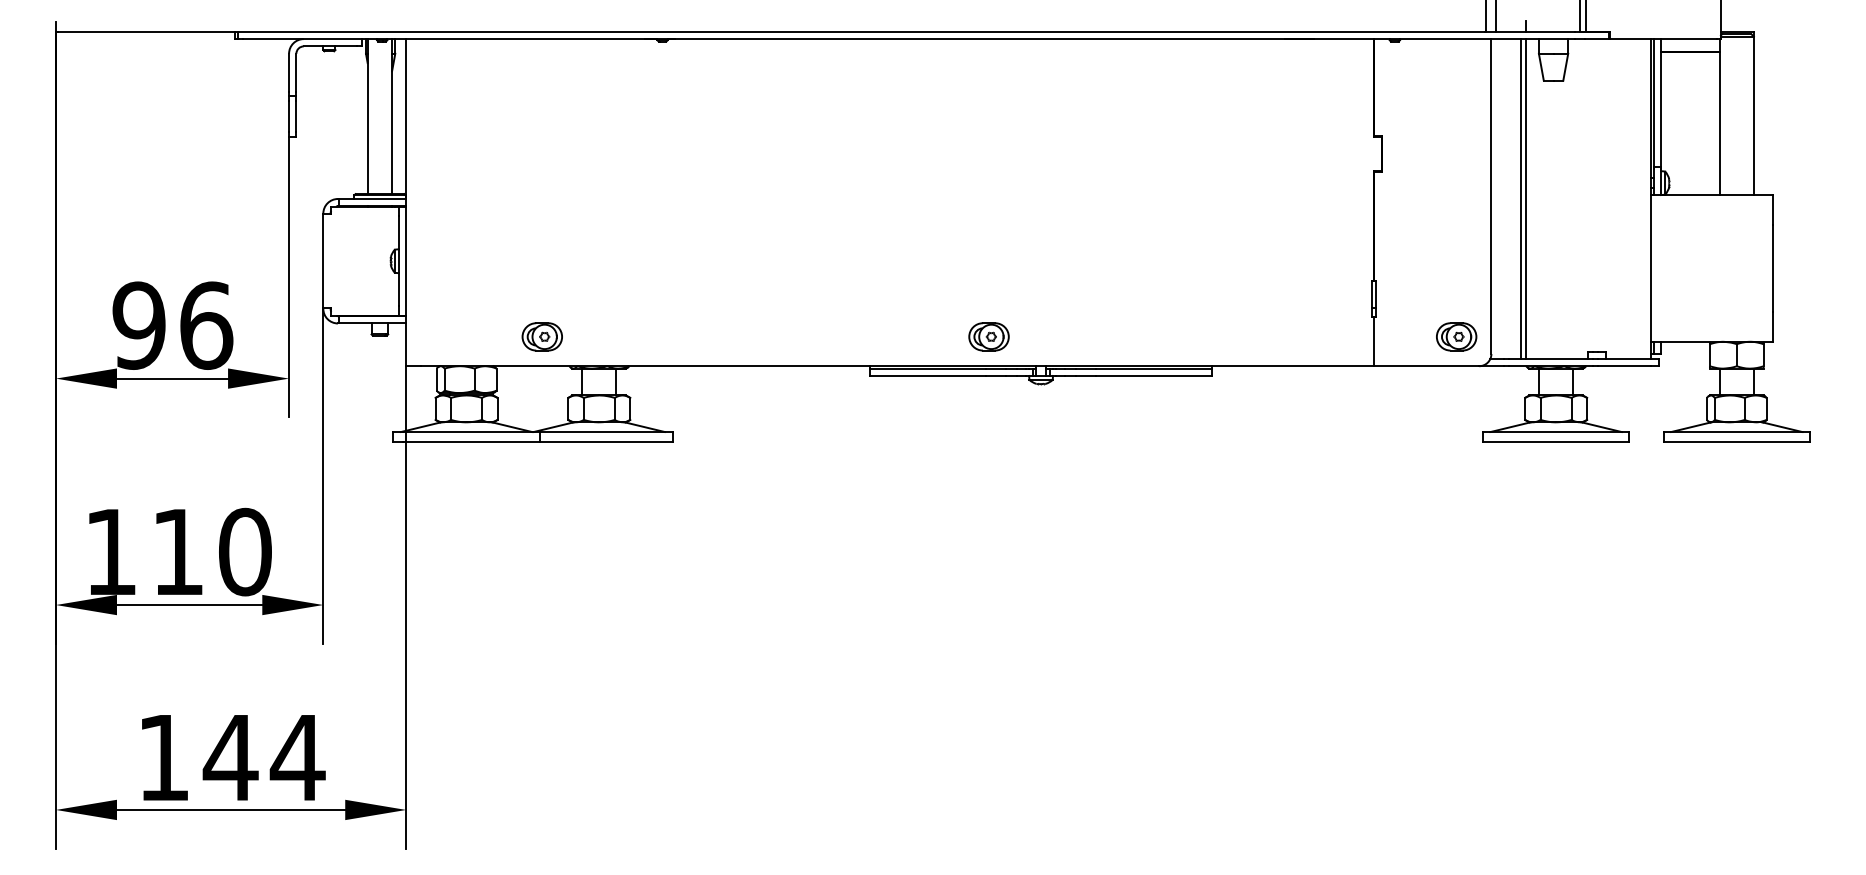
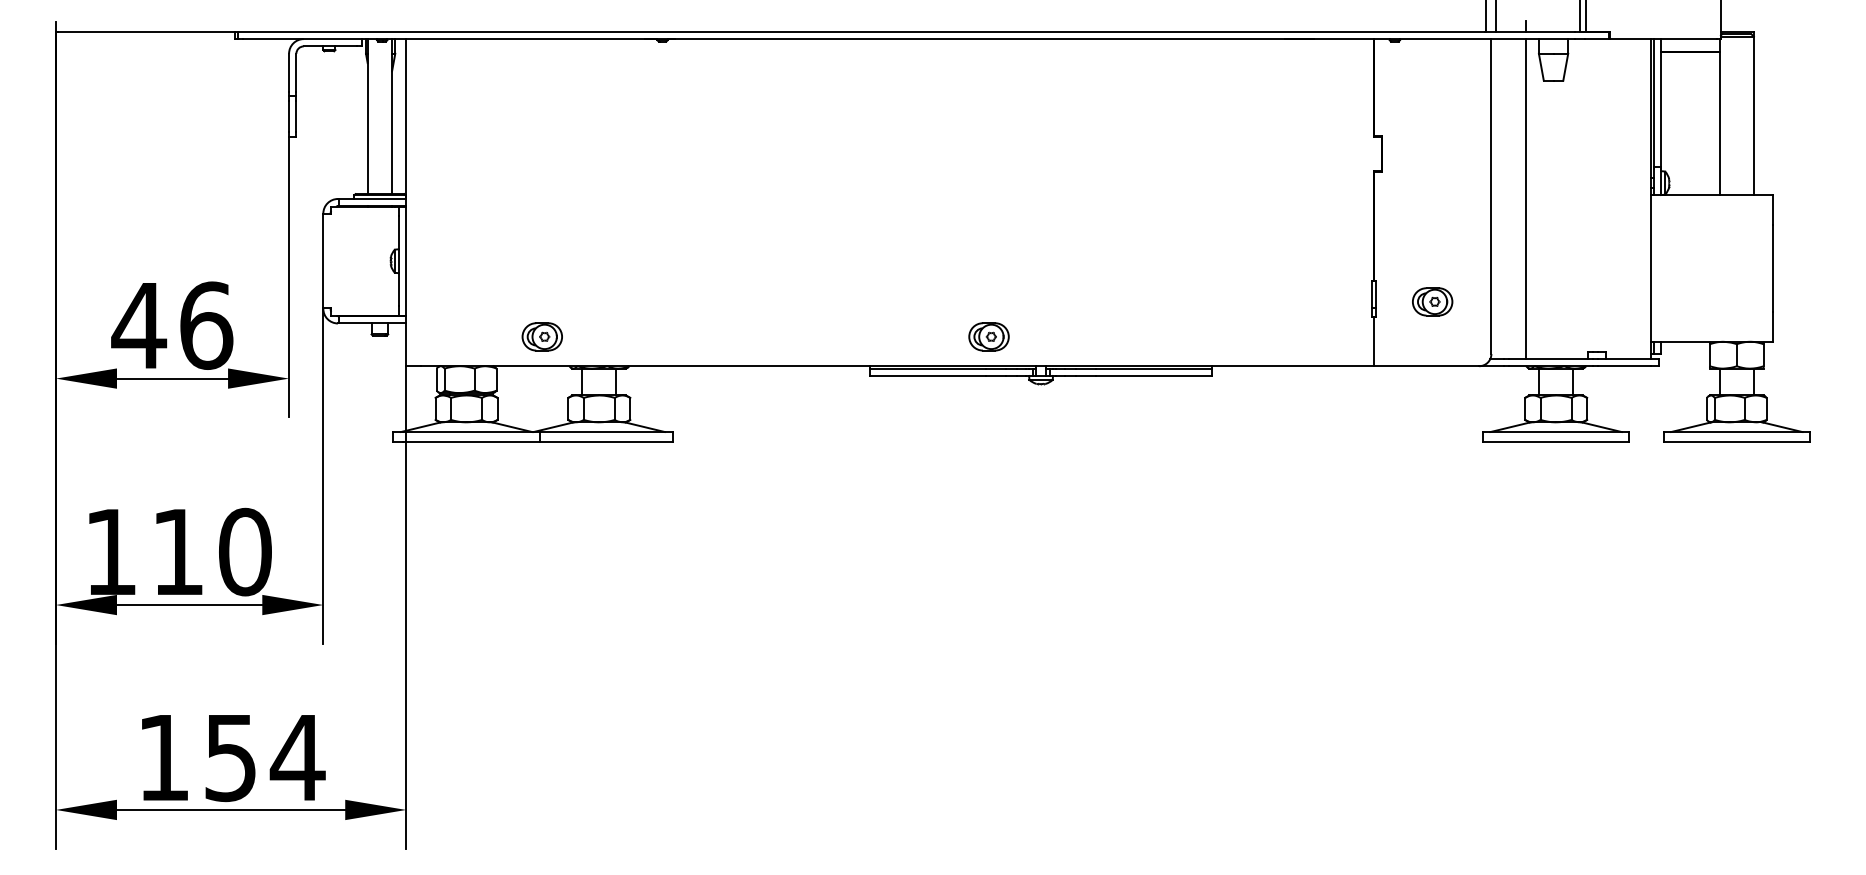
line at (1521, 198): present -> none
text at (139, 325): 96 -> 46
part at (1456, 336) position: (1456, 336) -> (1432, 301)
text at (230, 758): 144 -> 154
